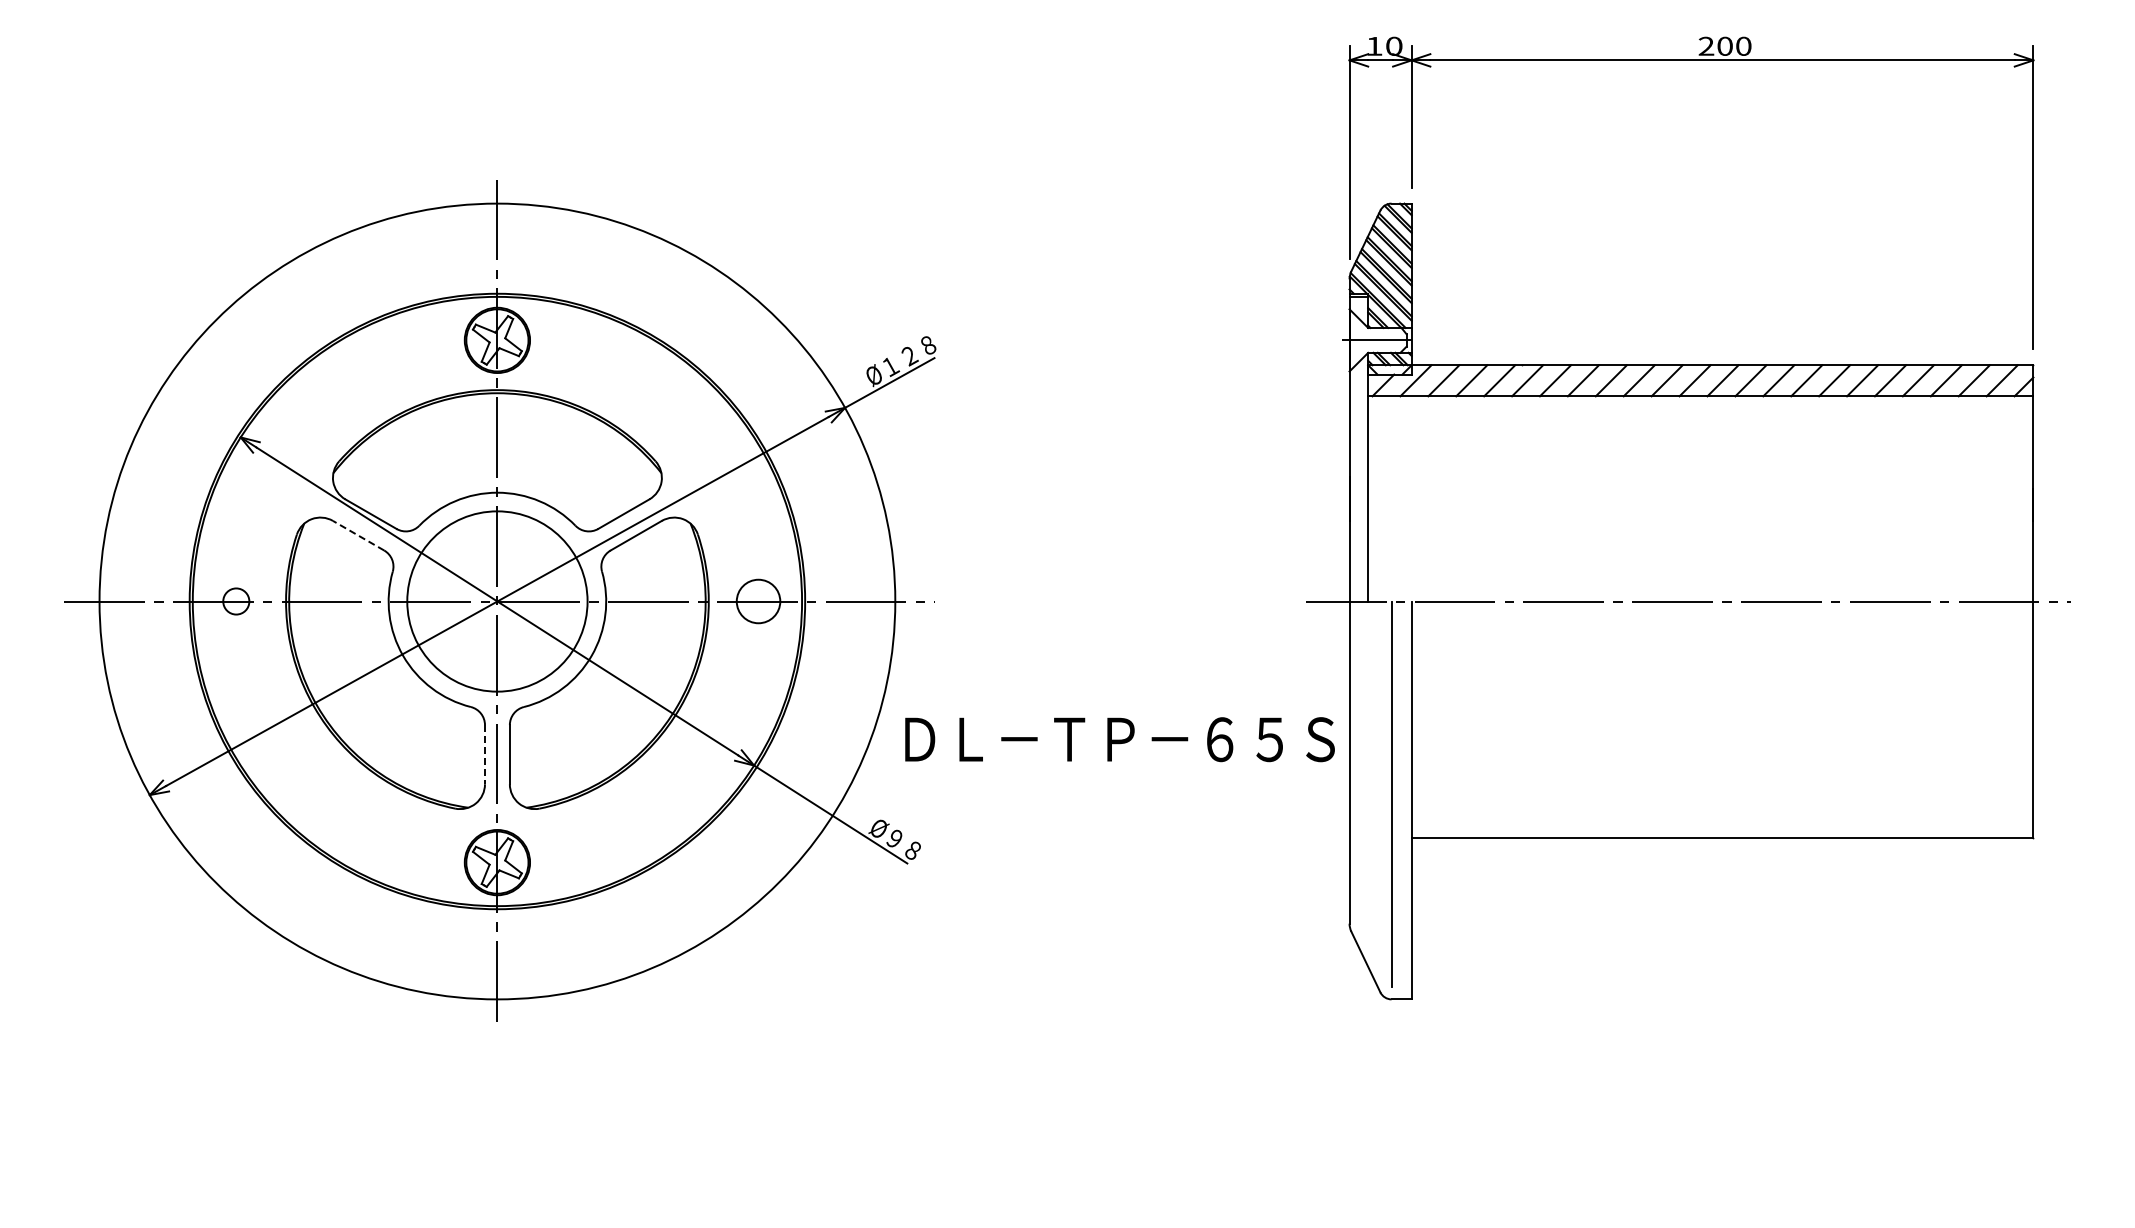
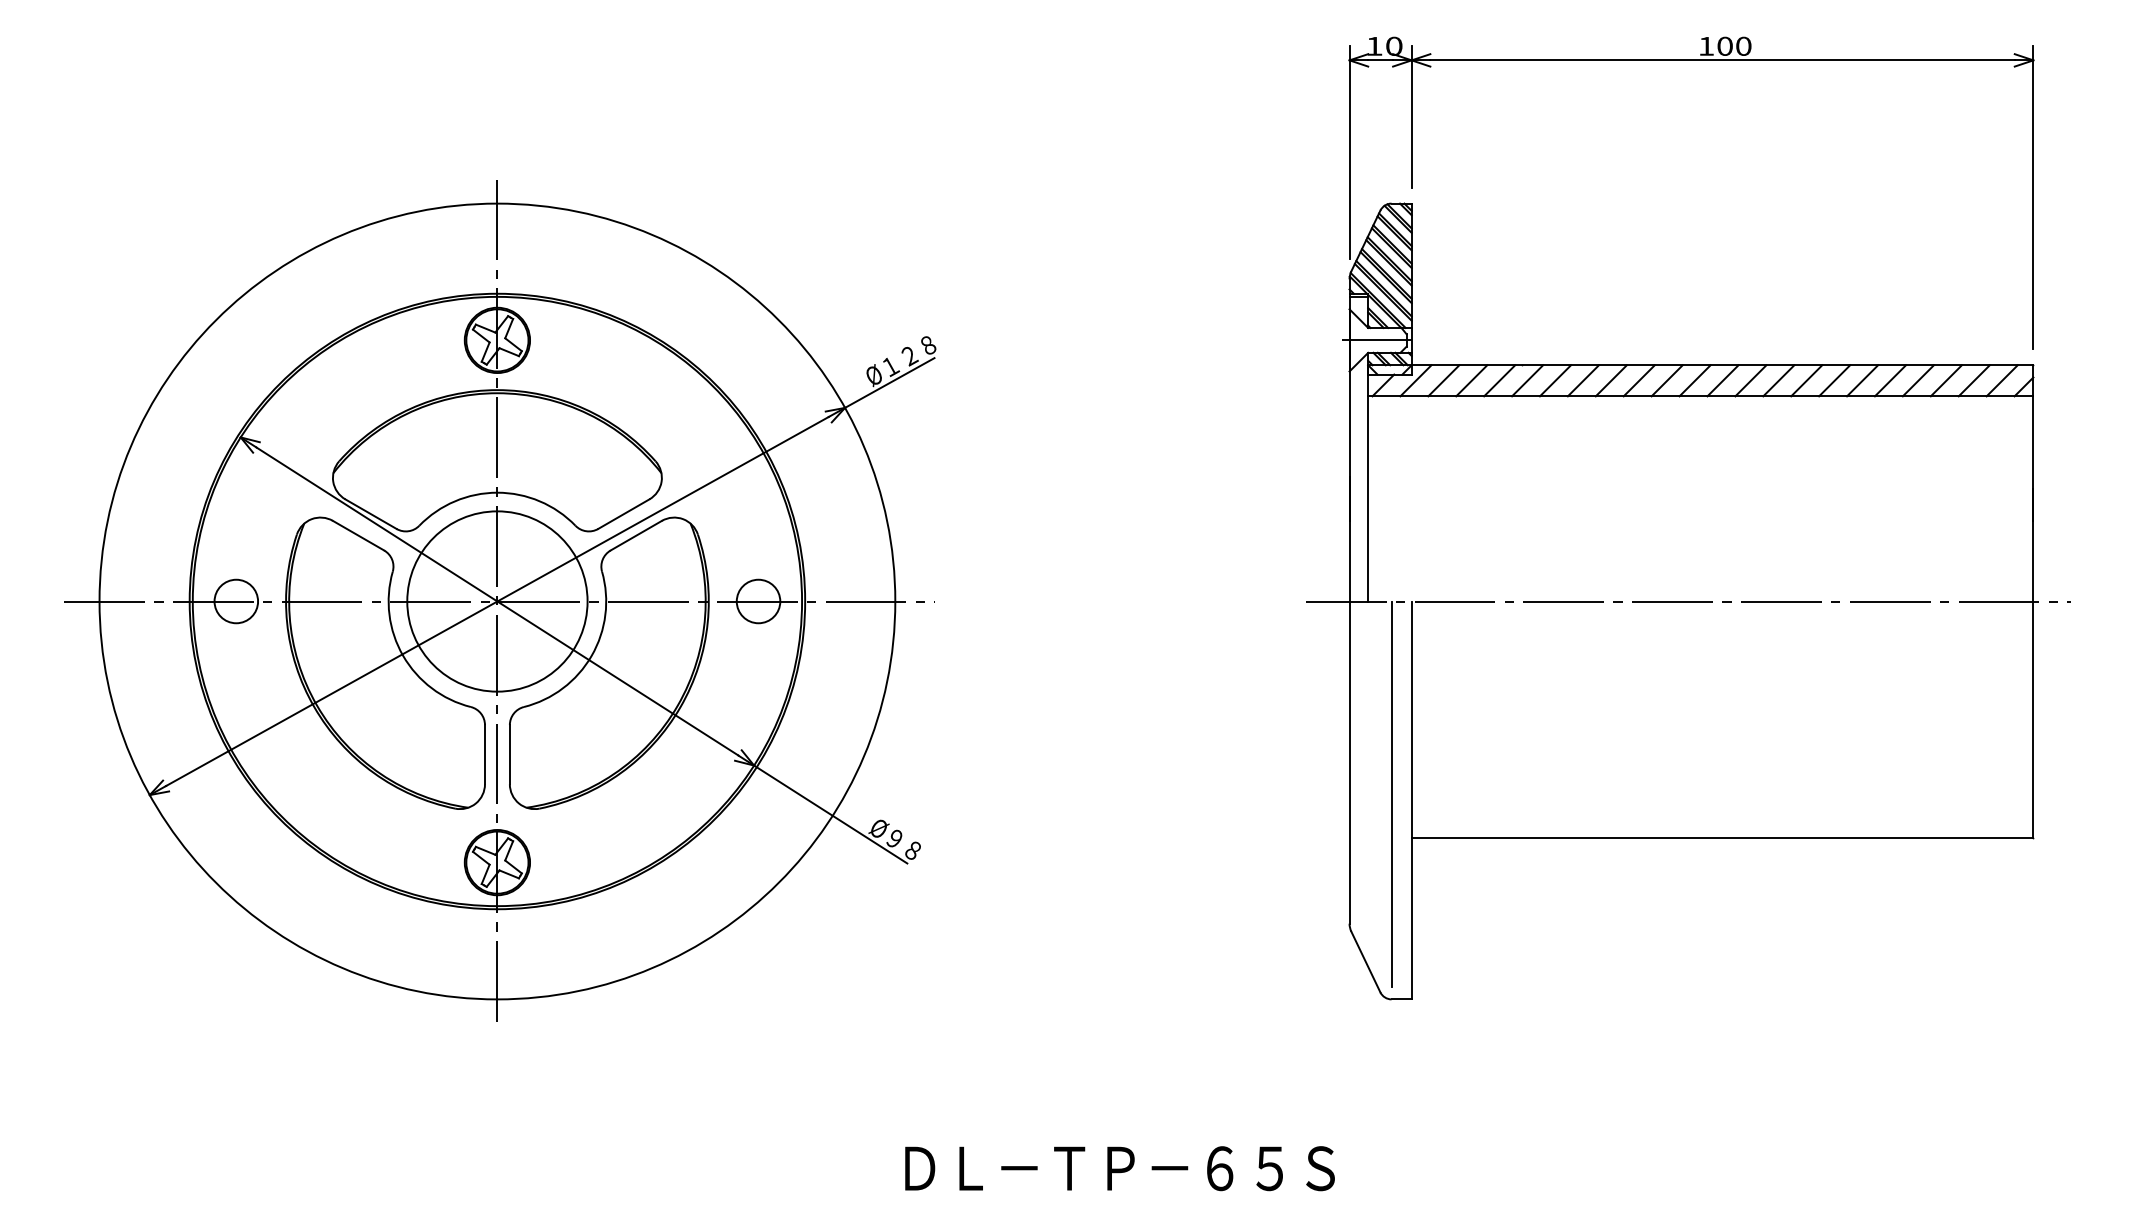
text at (1706, 45): 200 -> 100
line at (358, 535): dashed -> solid
circle at (236, 601) diameter: 26 px -> 44 px
text at (1119, 739) position: (1119, 739) -> (1119, 1168)
line at (485, 754): dashed -> solid
